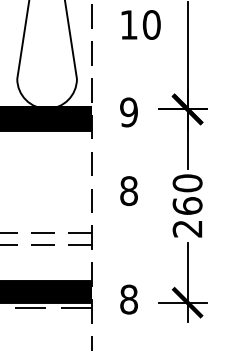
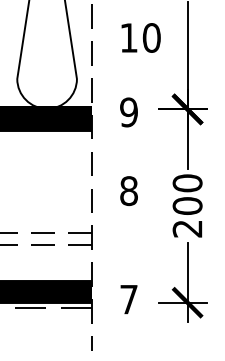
text at (140, 24) position: (140, 24) -> (140, 37)
text at (187, 205): 260 -> 200
text at (128, 299): 8 -> 7
